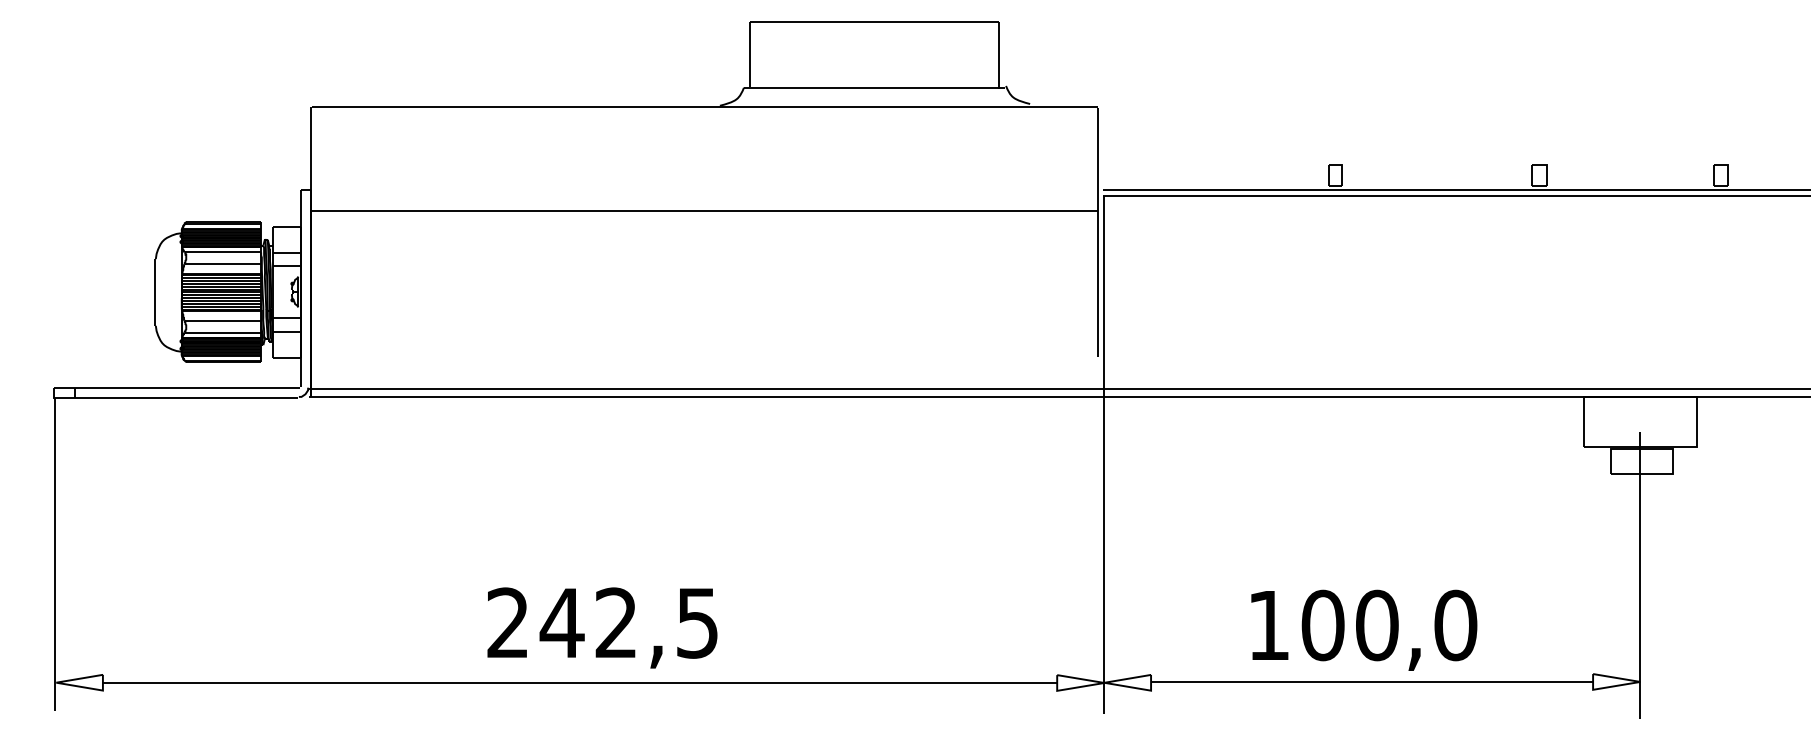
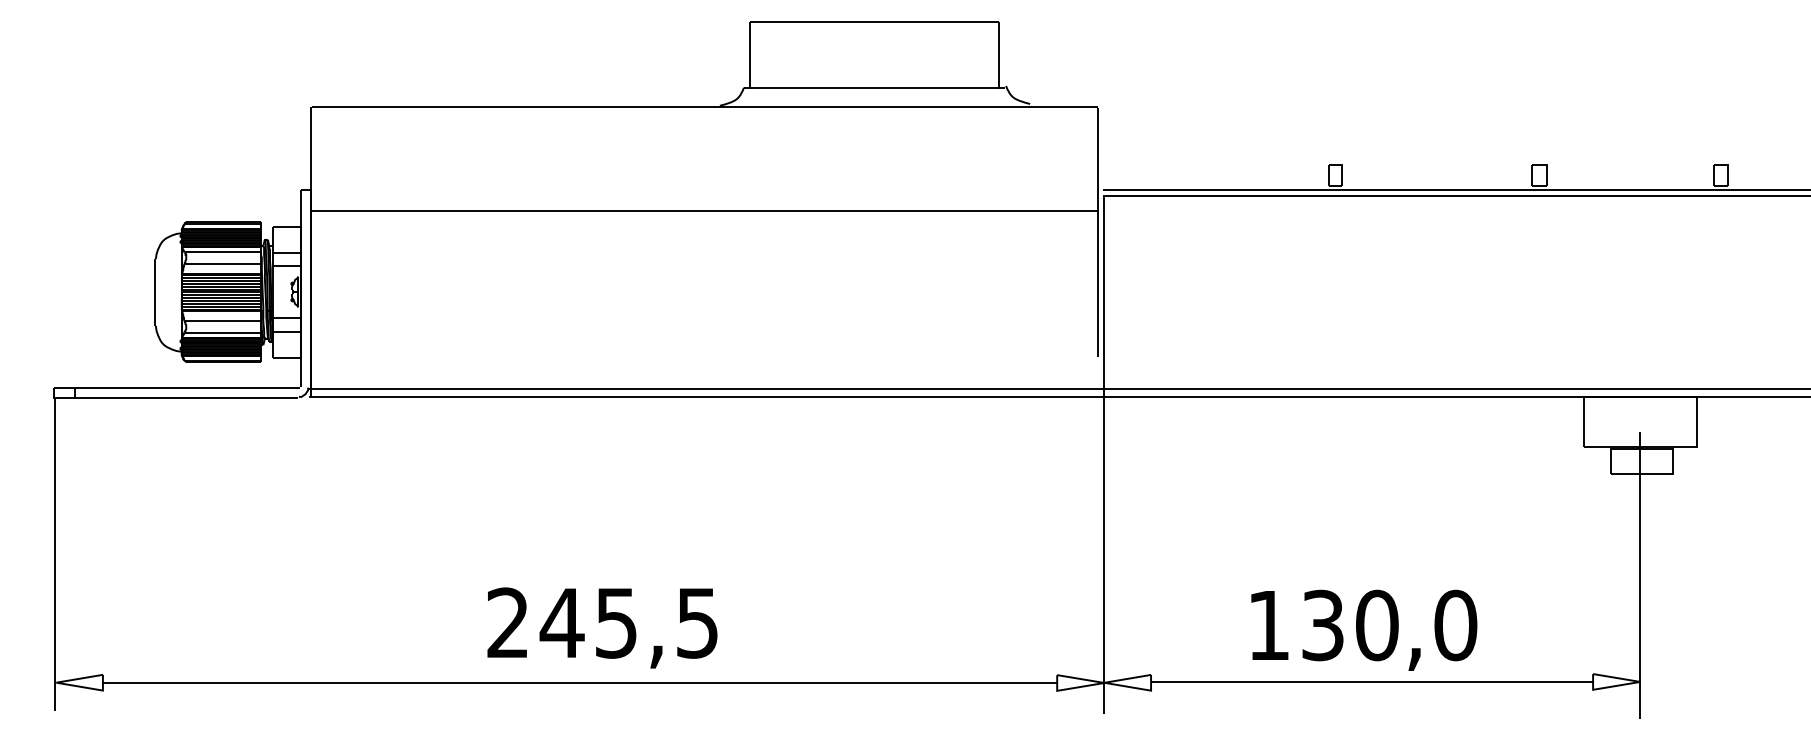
text at (615, 622): 242,5 -> 245,5
text at (1322, 625): 100 -> 130
